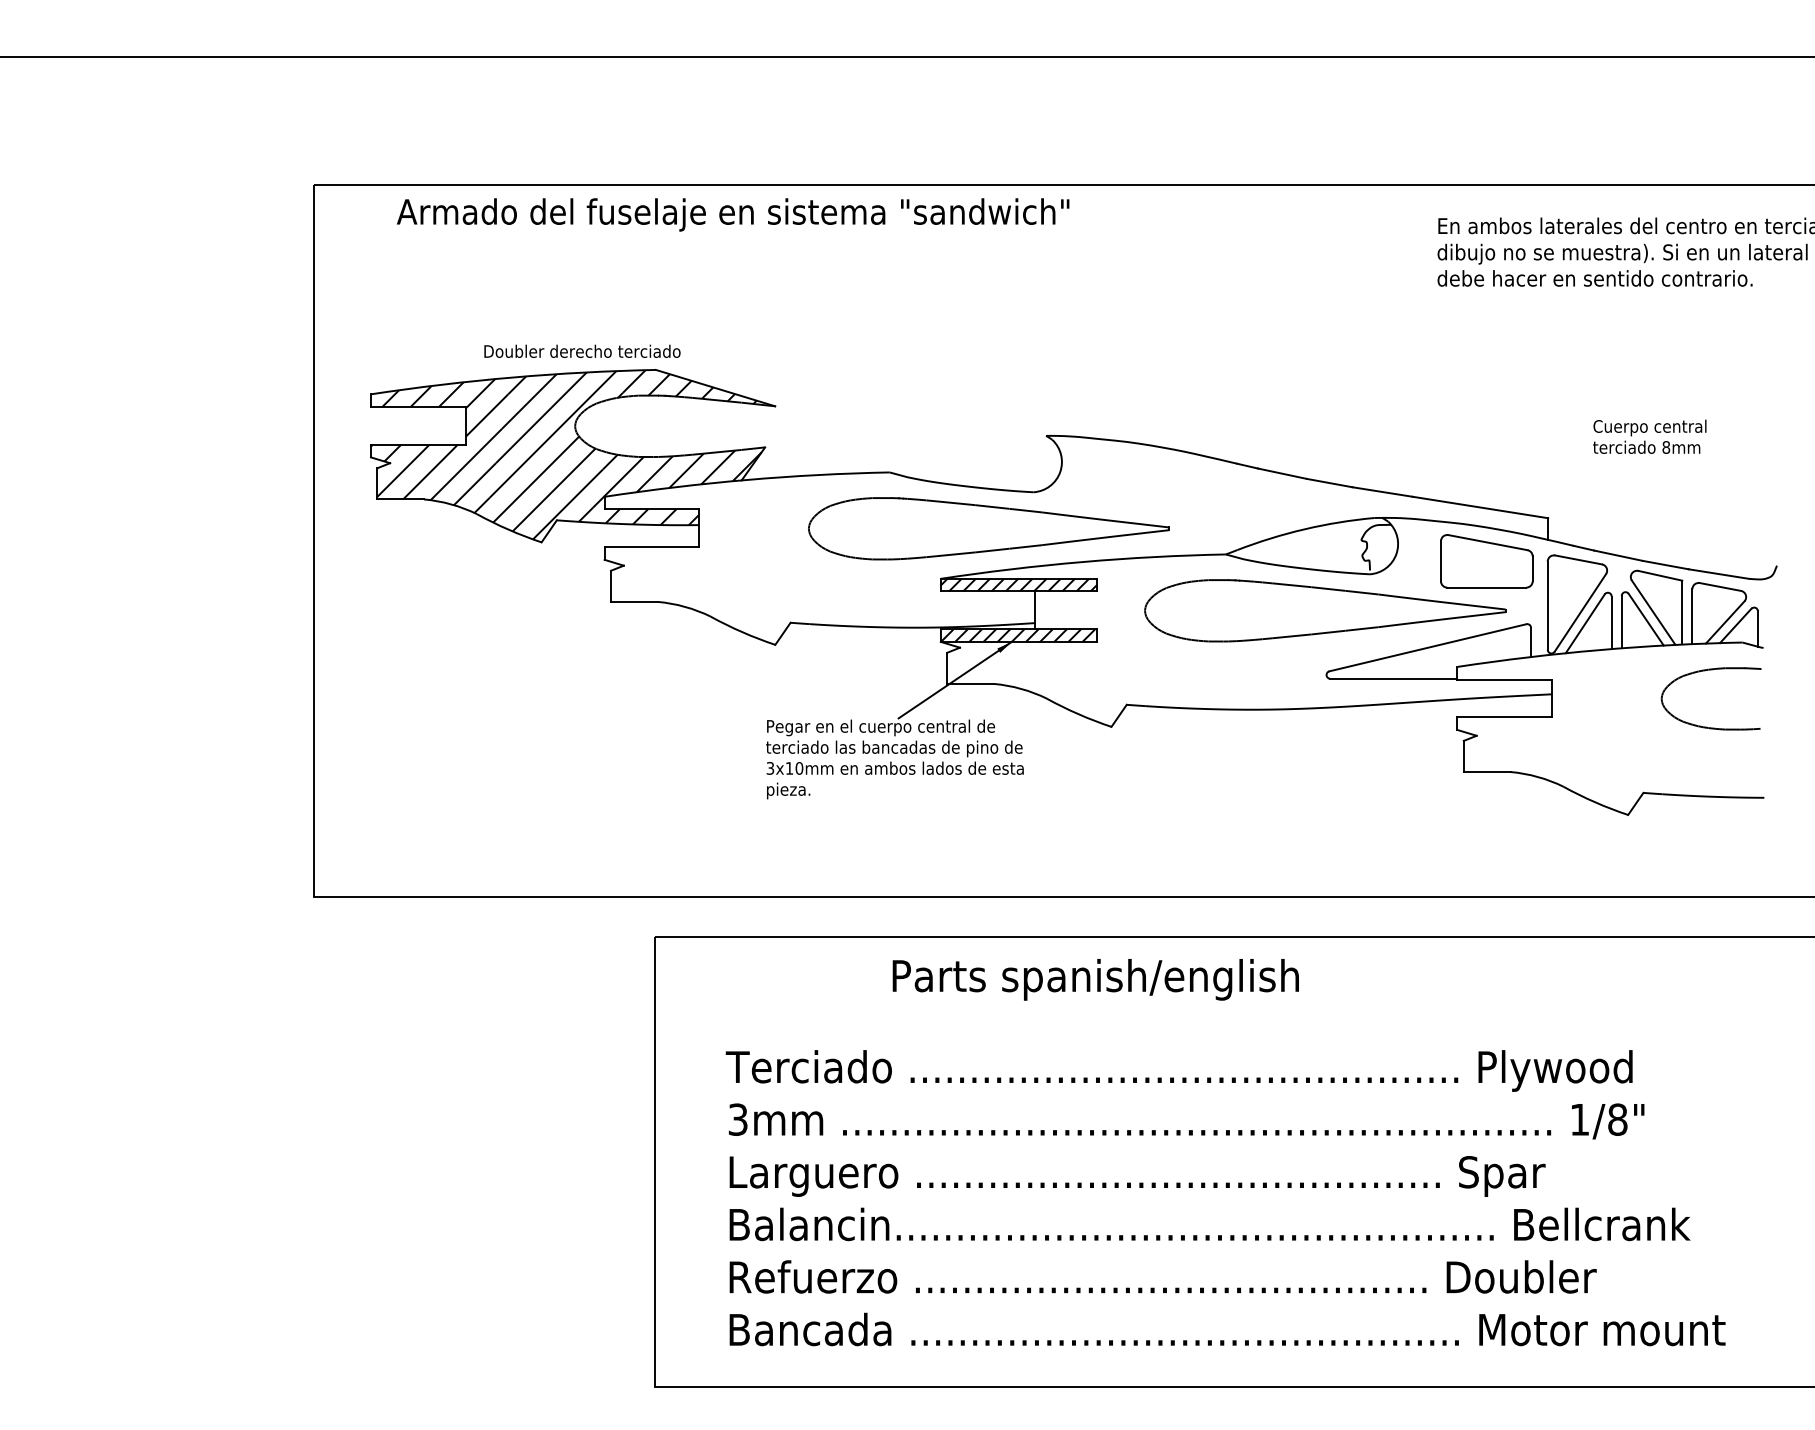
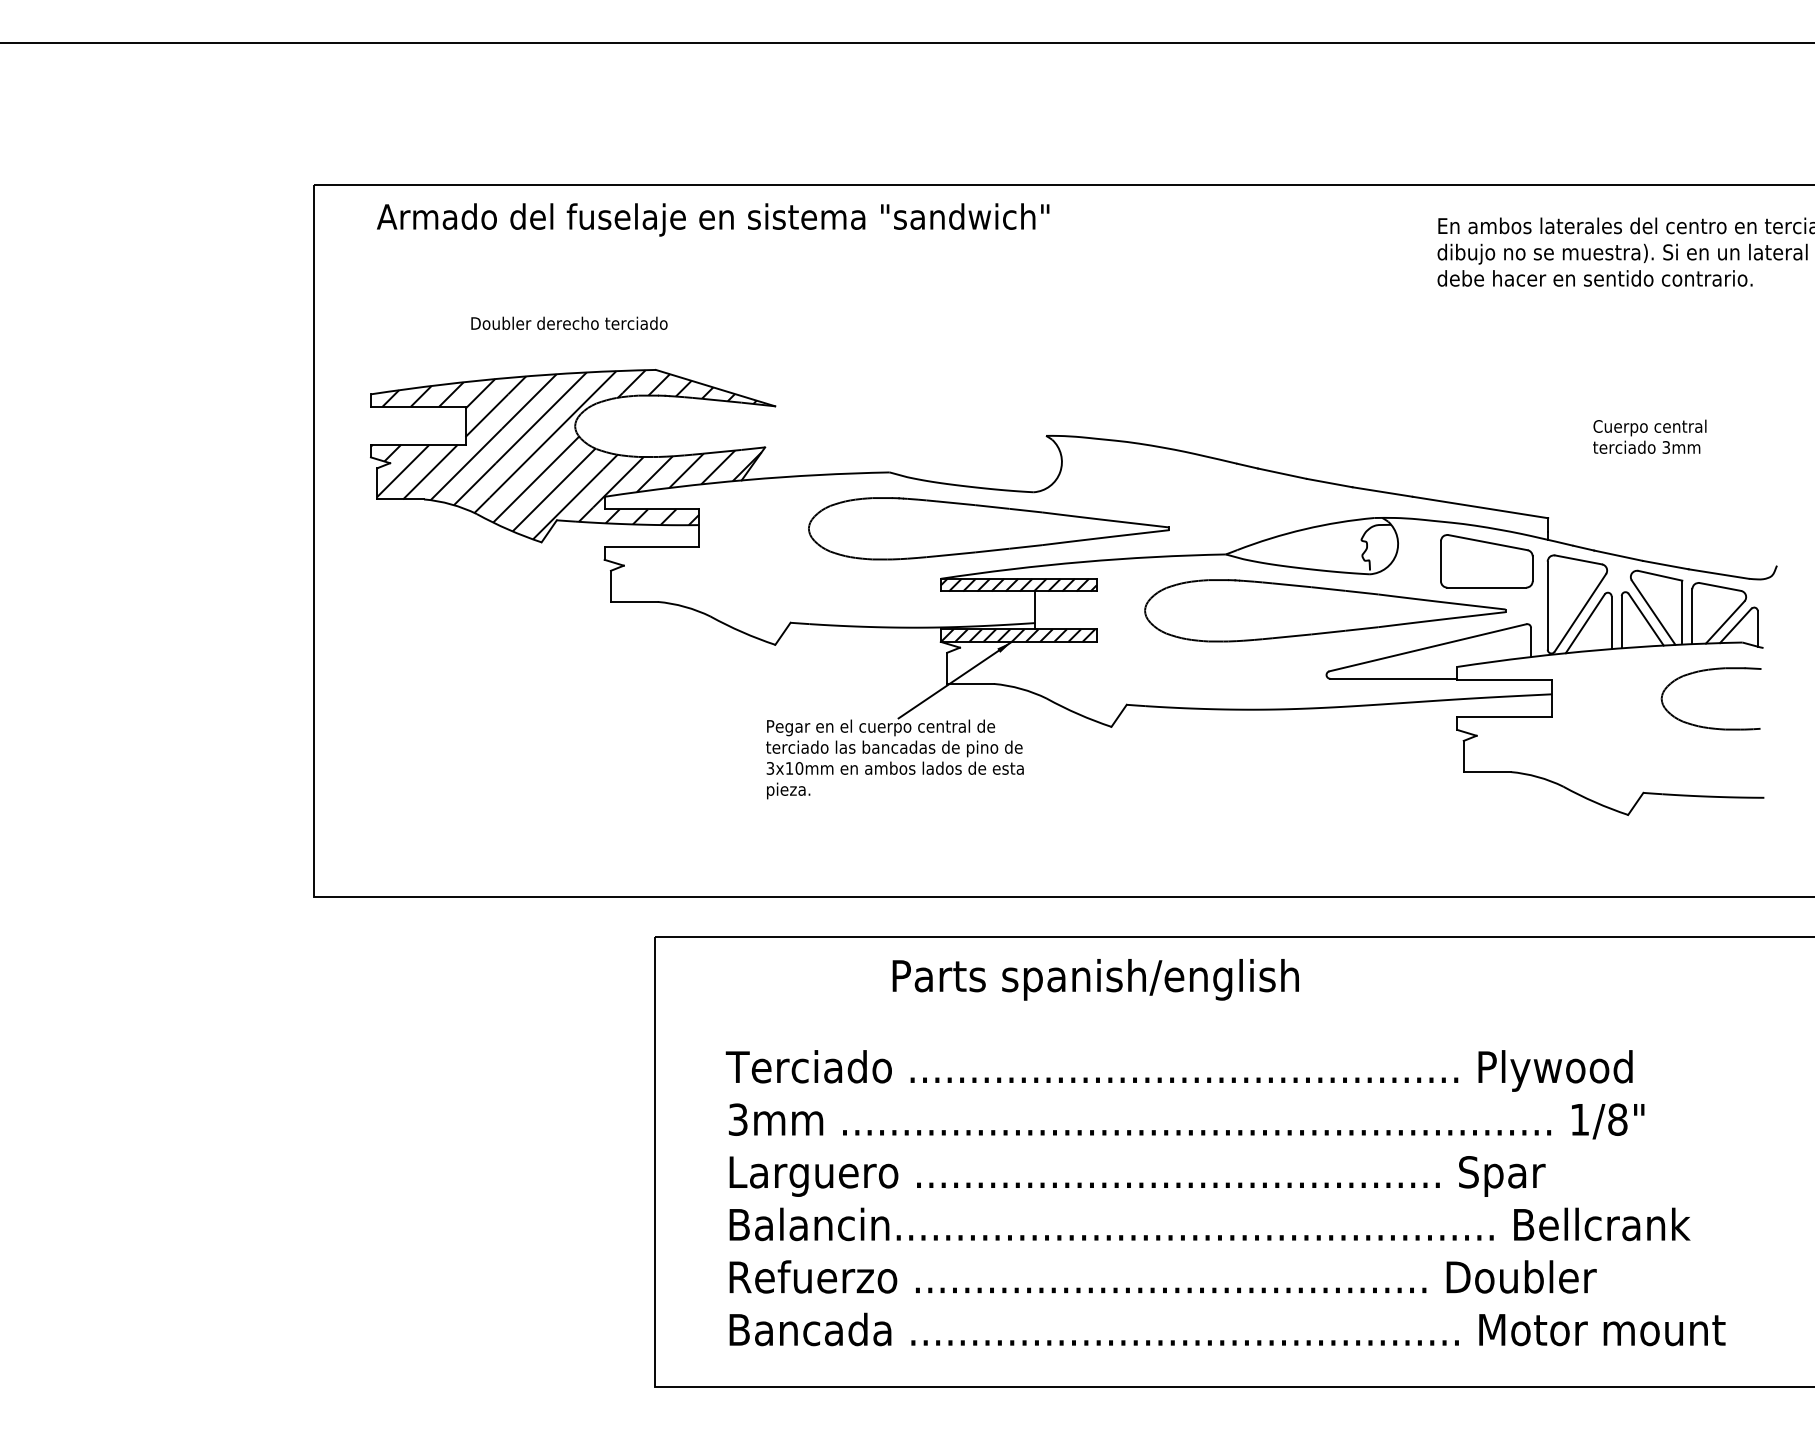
line at (906, 56) position: (906, 56) -> (906, 42)
text at (733, 214) position: (733, 214) -> (713, 219)
text at (582, 350) position: (582, 350) -> (569, 322)
text at (1666, 447): 8mm -> 3mm
